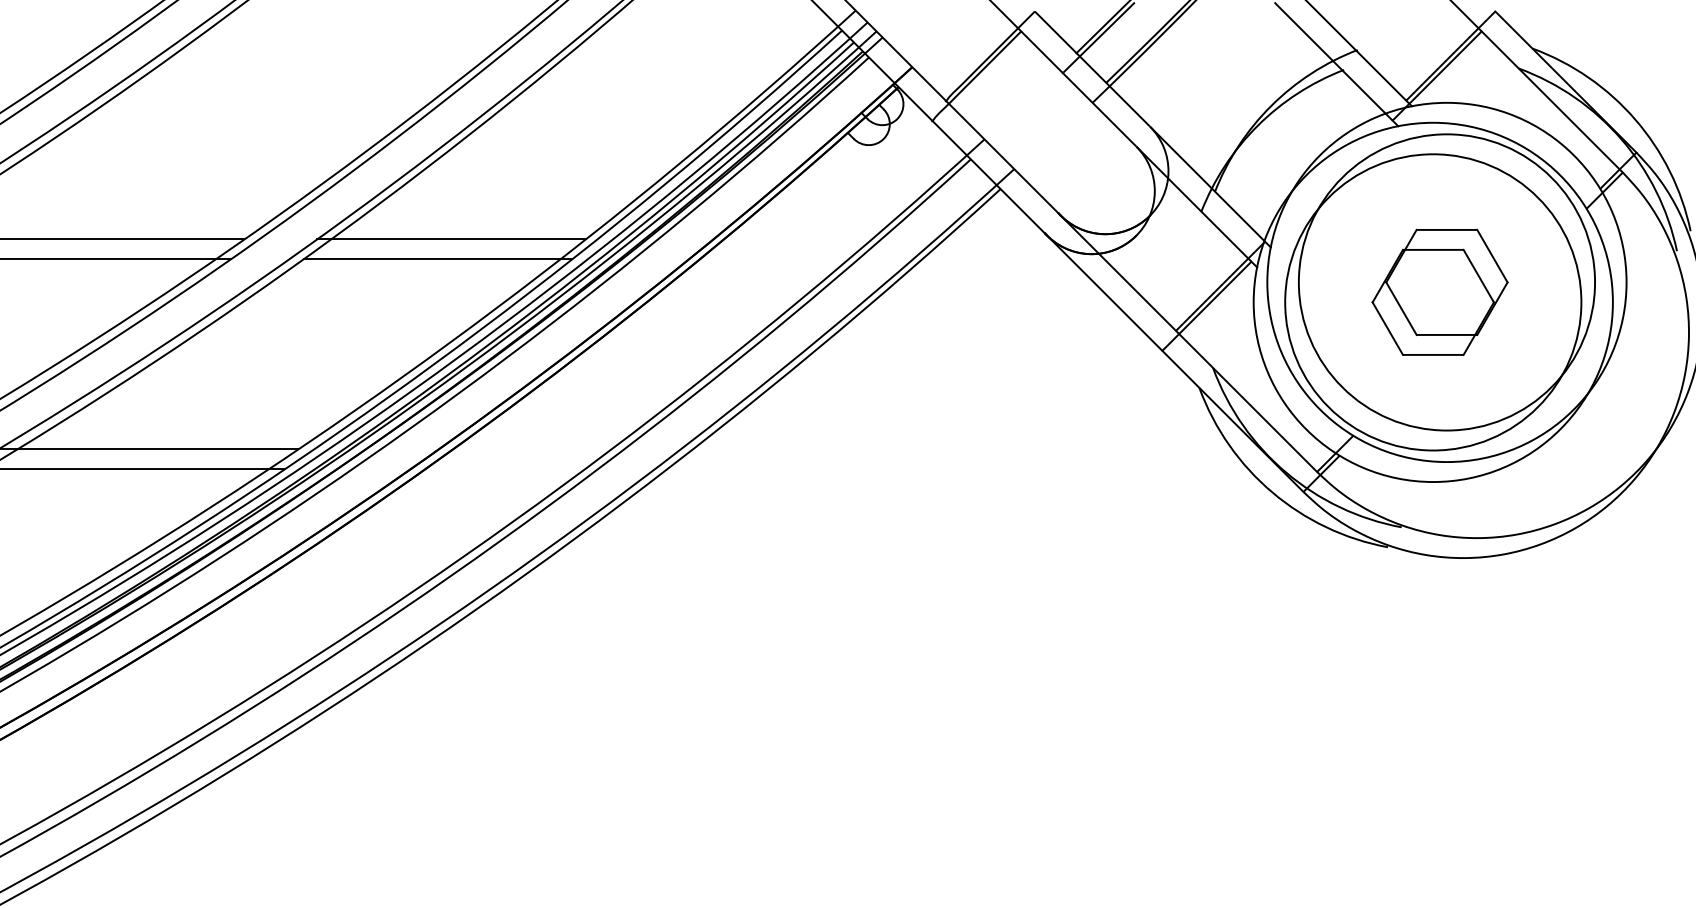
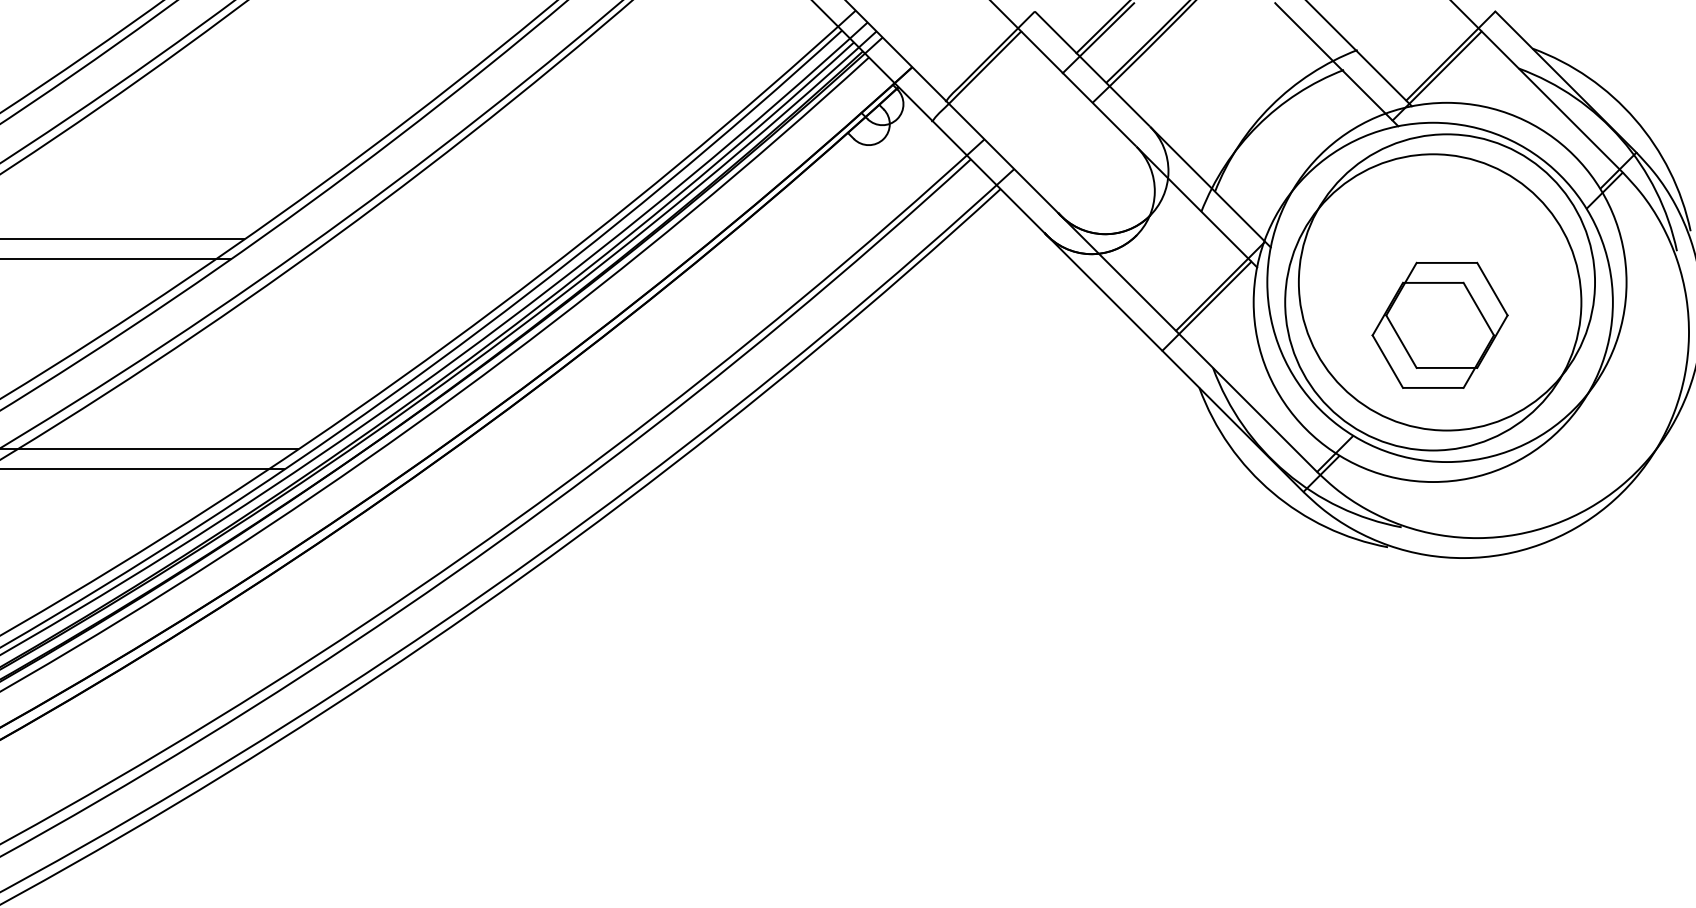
line at (451, 239): present -> none
line at (437, 259): present -> none
part at (1439, 291) position: (1439, 291) -> (1439, 324)
